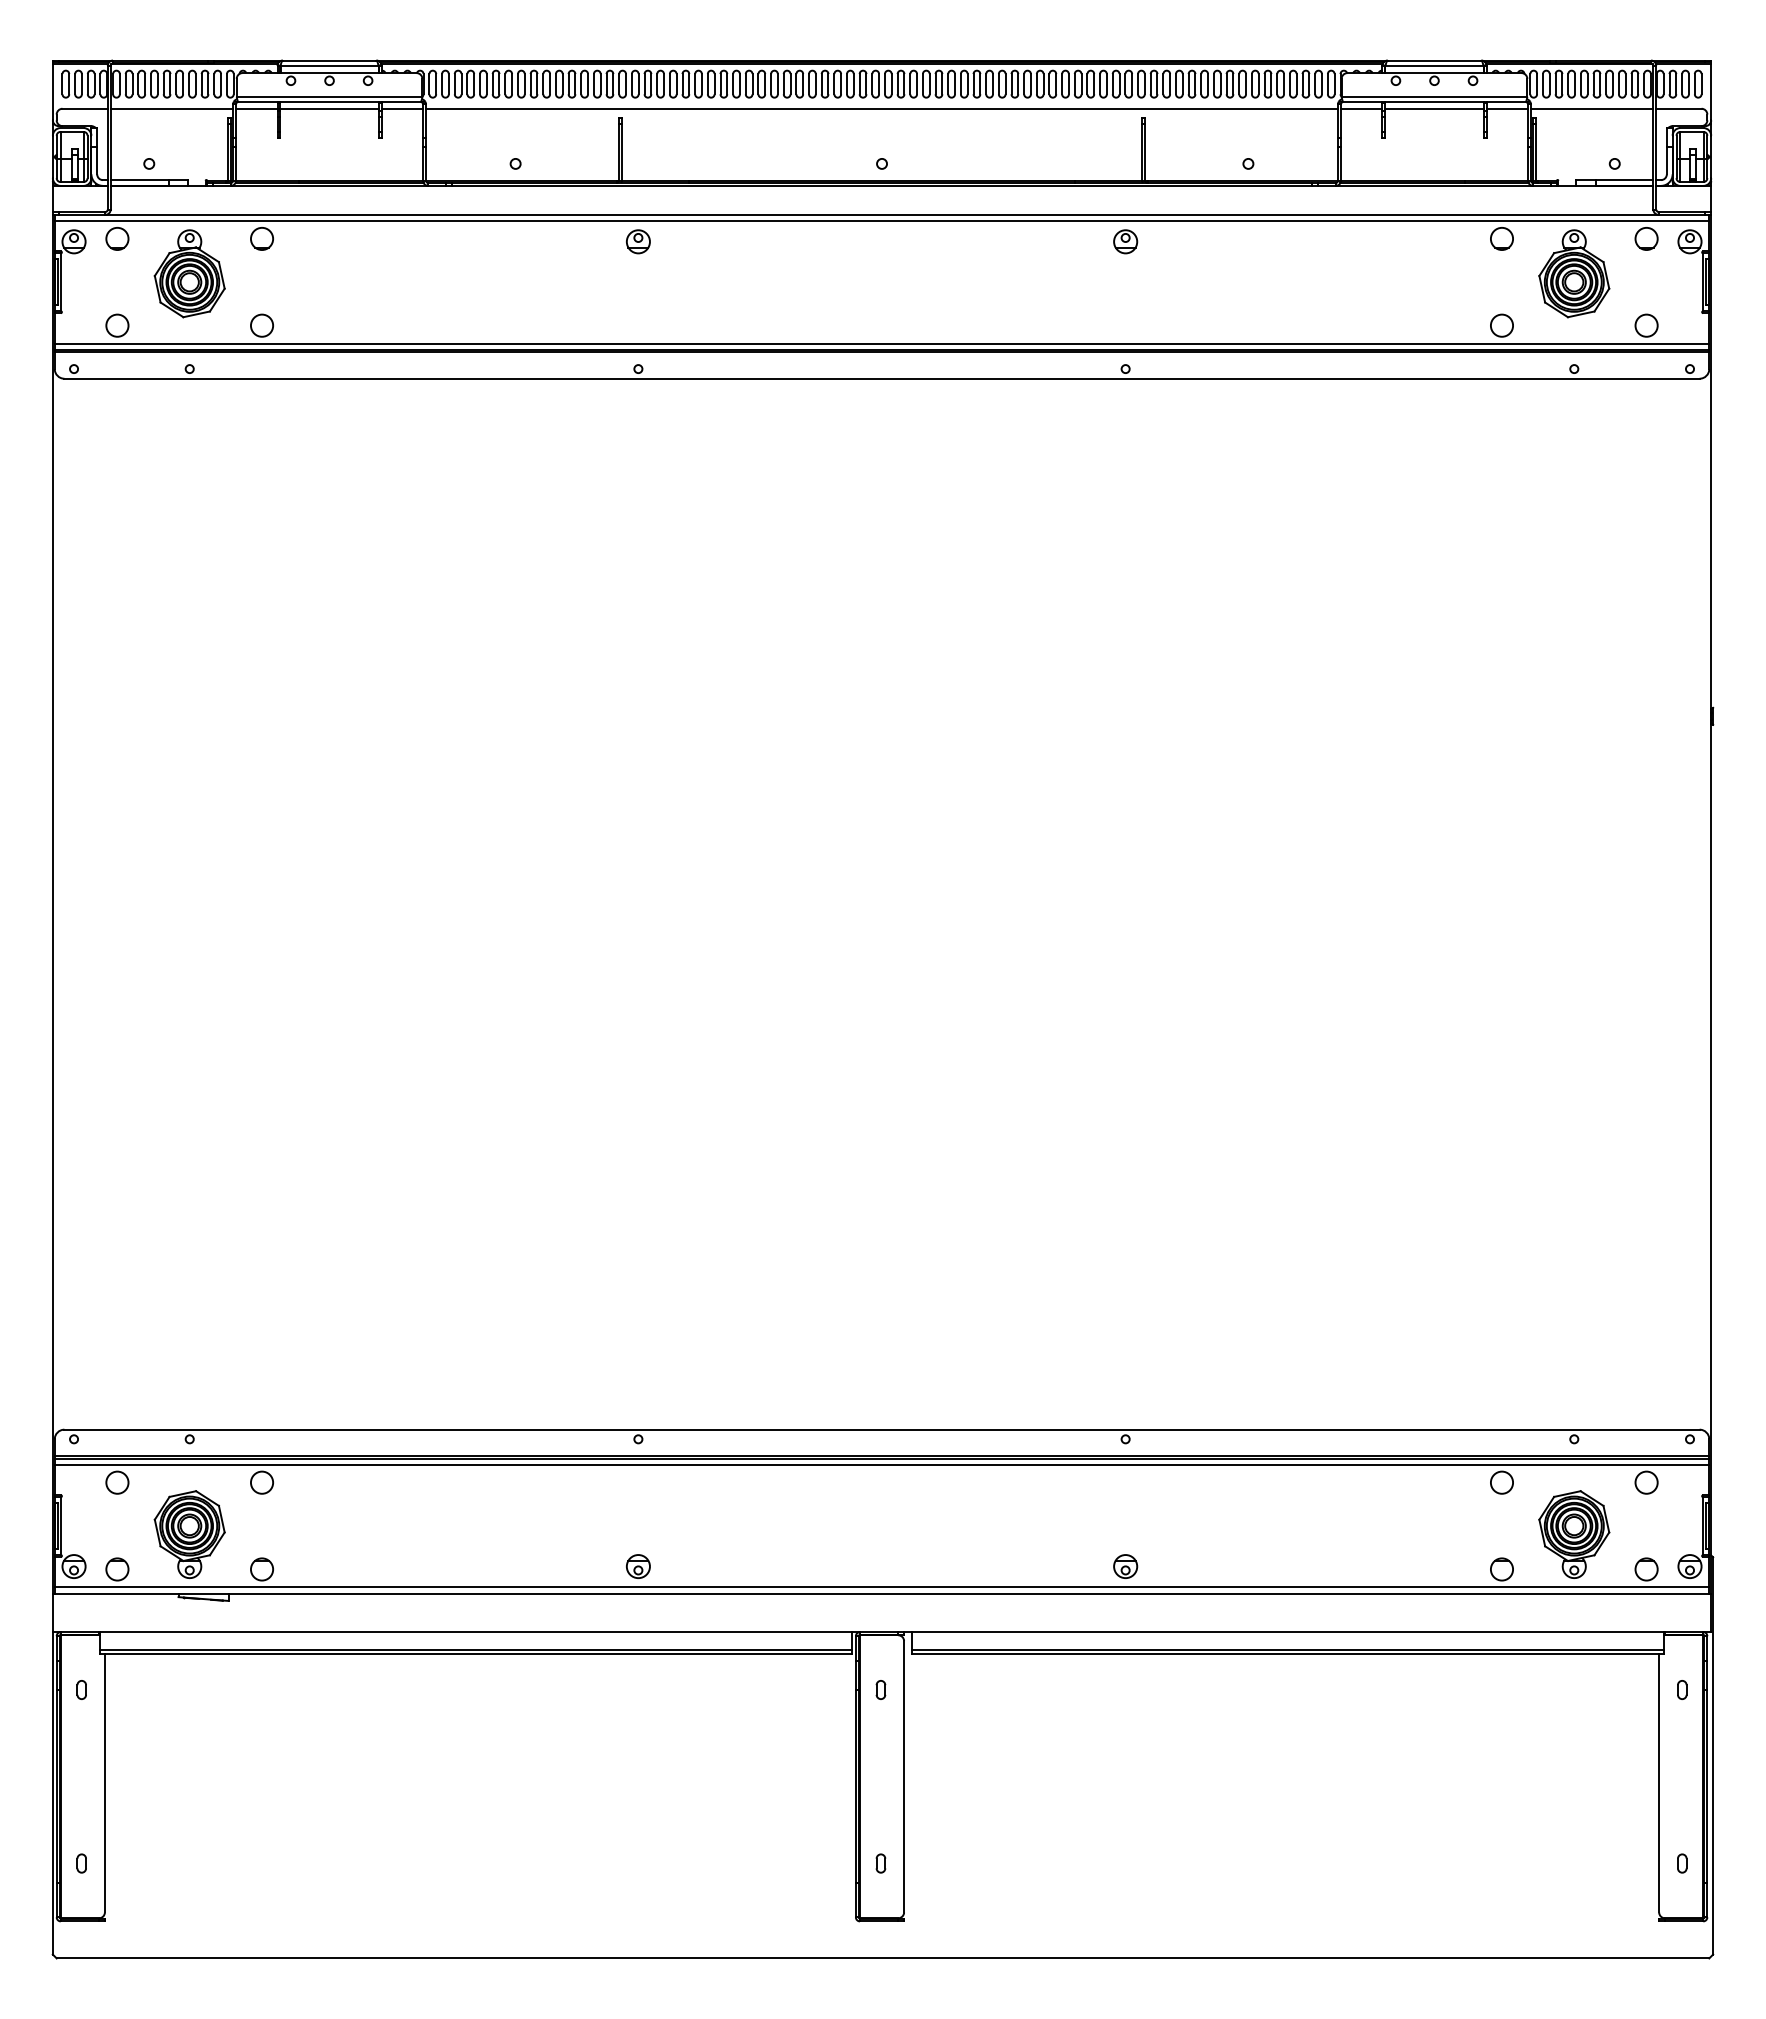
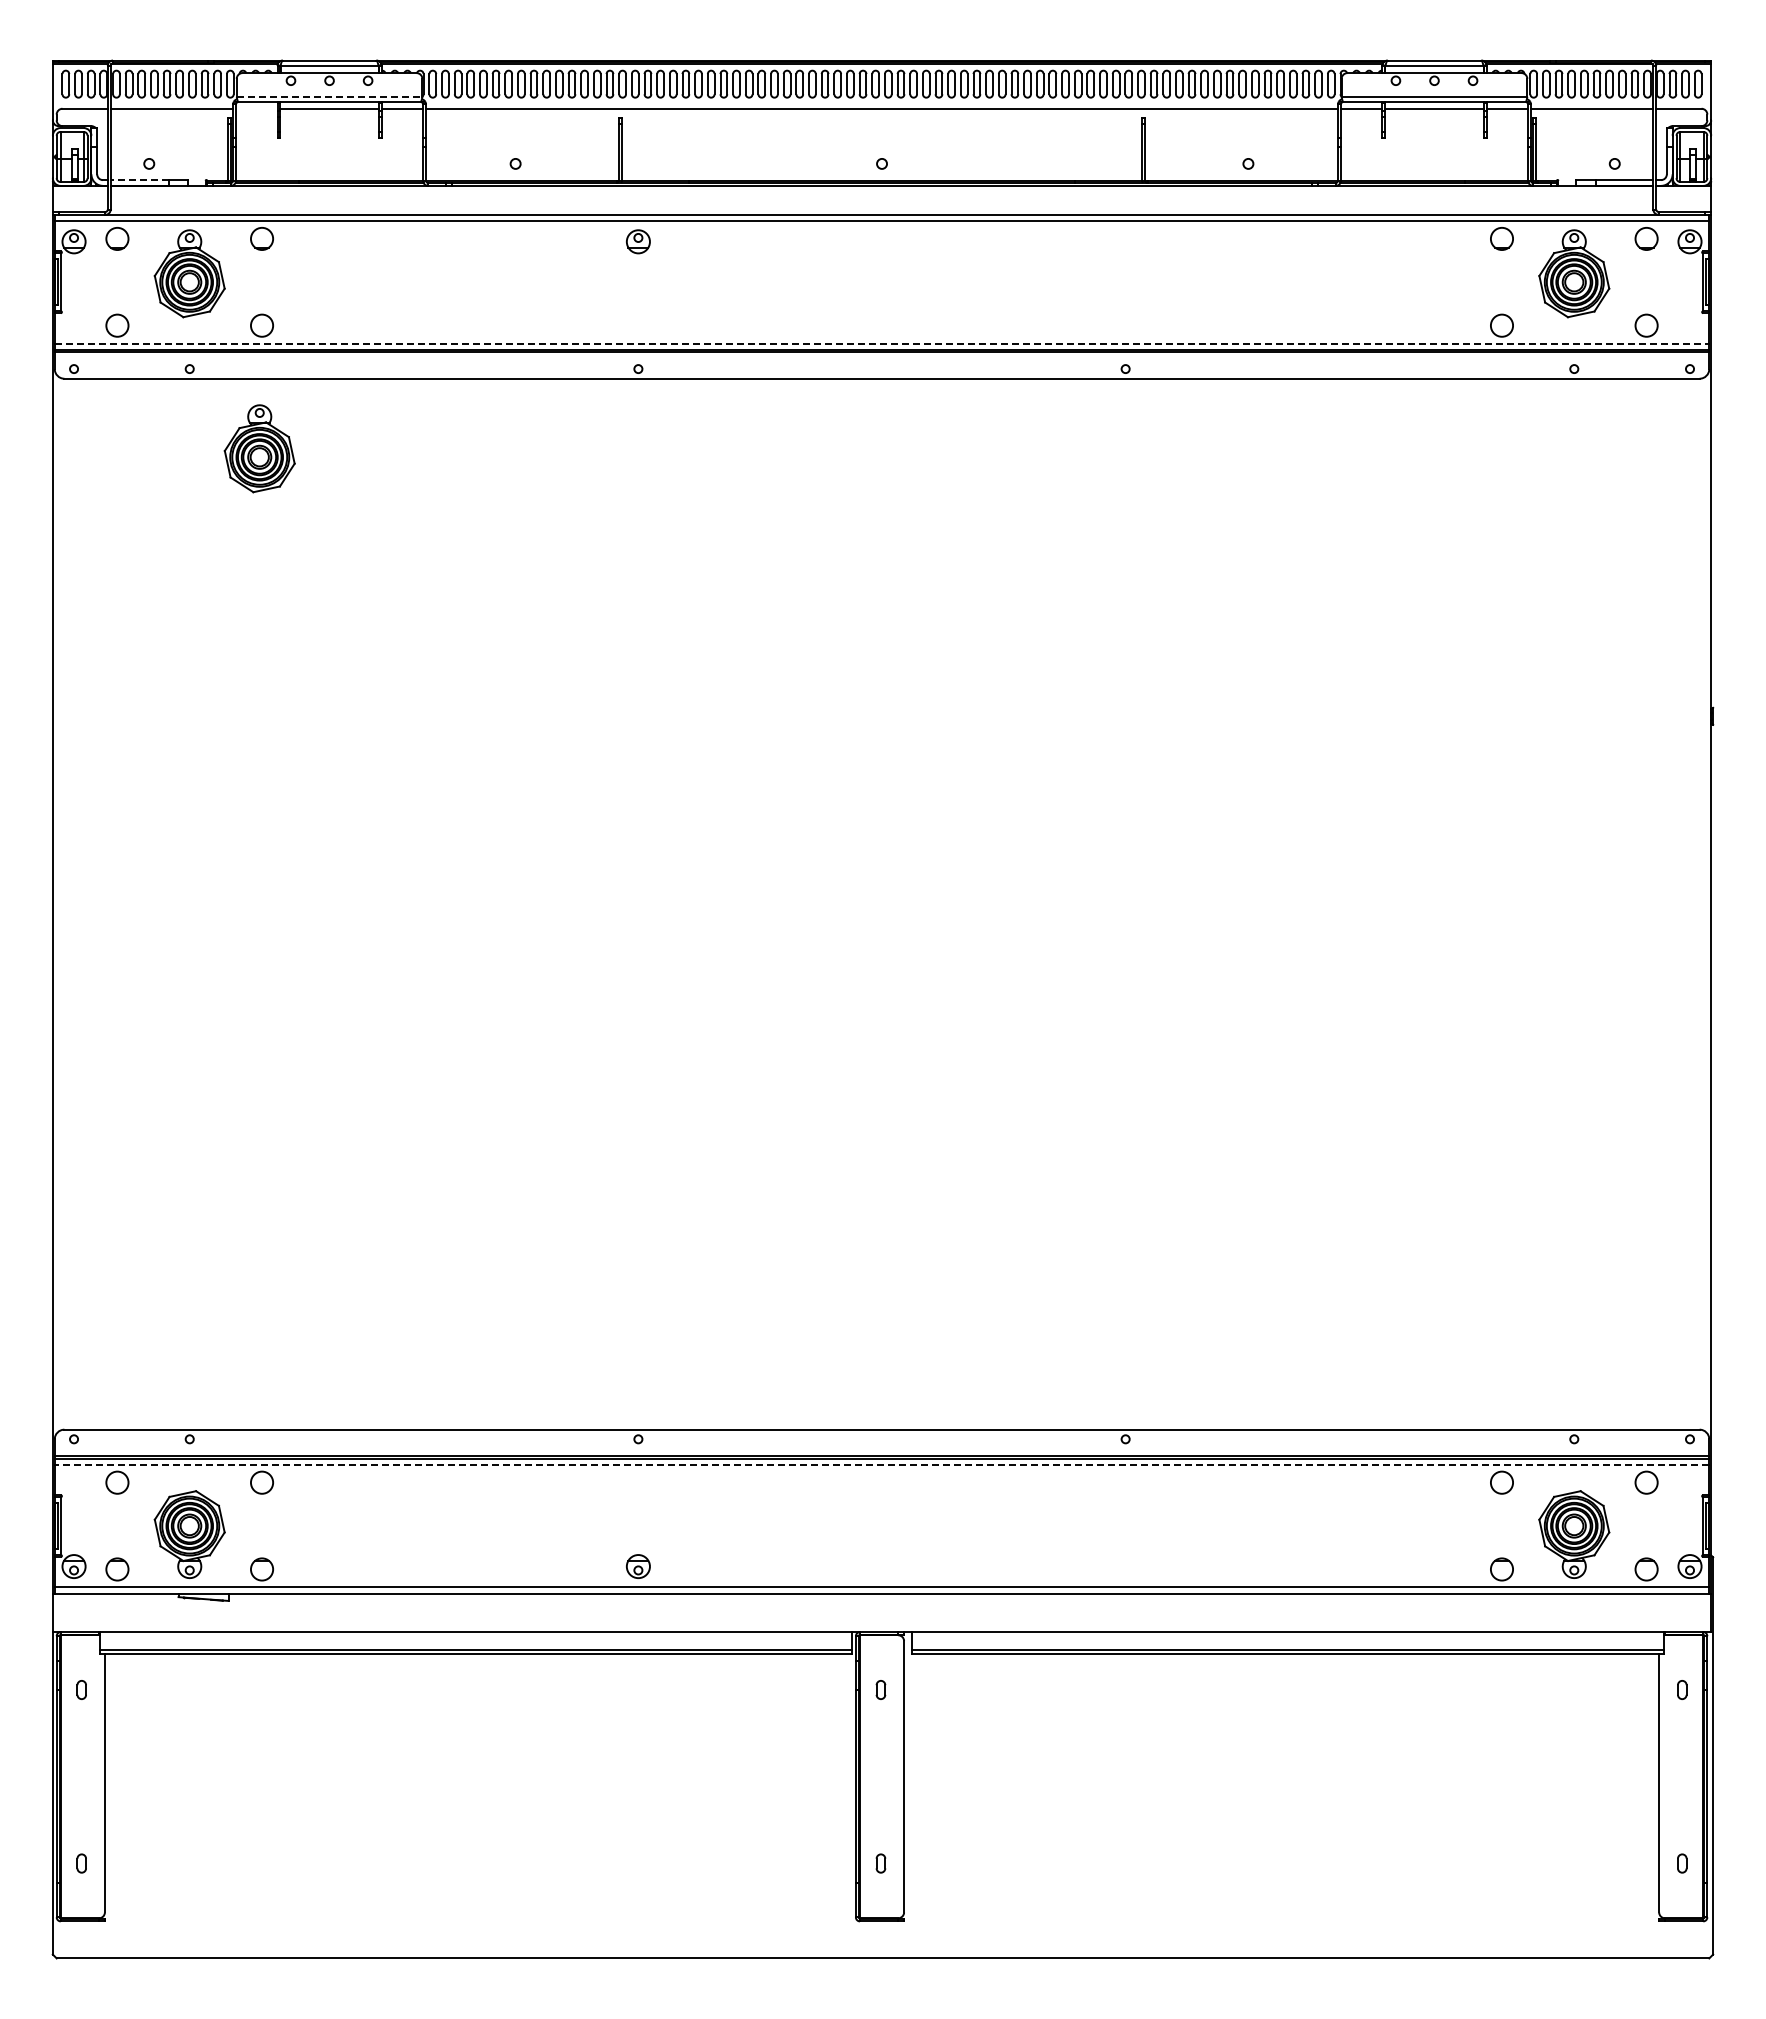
line at (329, 96): solid -> dashed
line at (256, 108): present -> none
line at (139, 180): solid -> dashed
part at (1125, 241): present -> none
line at (882, 343): solid -> dashed
part at (259, 448): none -> present
line at (881, 1464): solid -> dashed
part at (1125, 1566): present -> none
